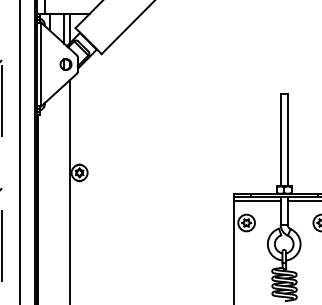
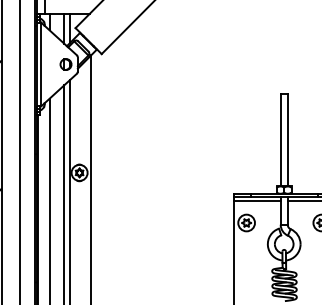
line at (2, 152): dashed -> solid
line at (91, 178): none -> present
line at (64, 193): none -> present
line at (49, 199): none -> present
